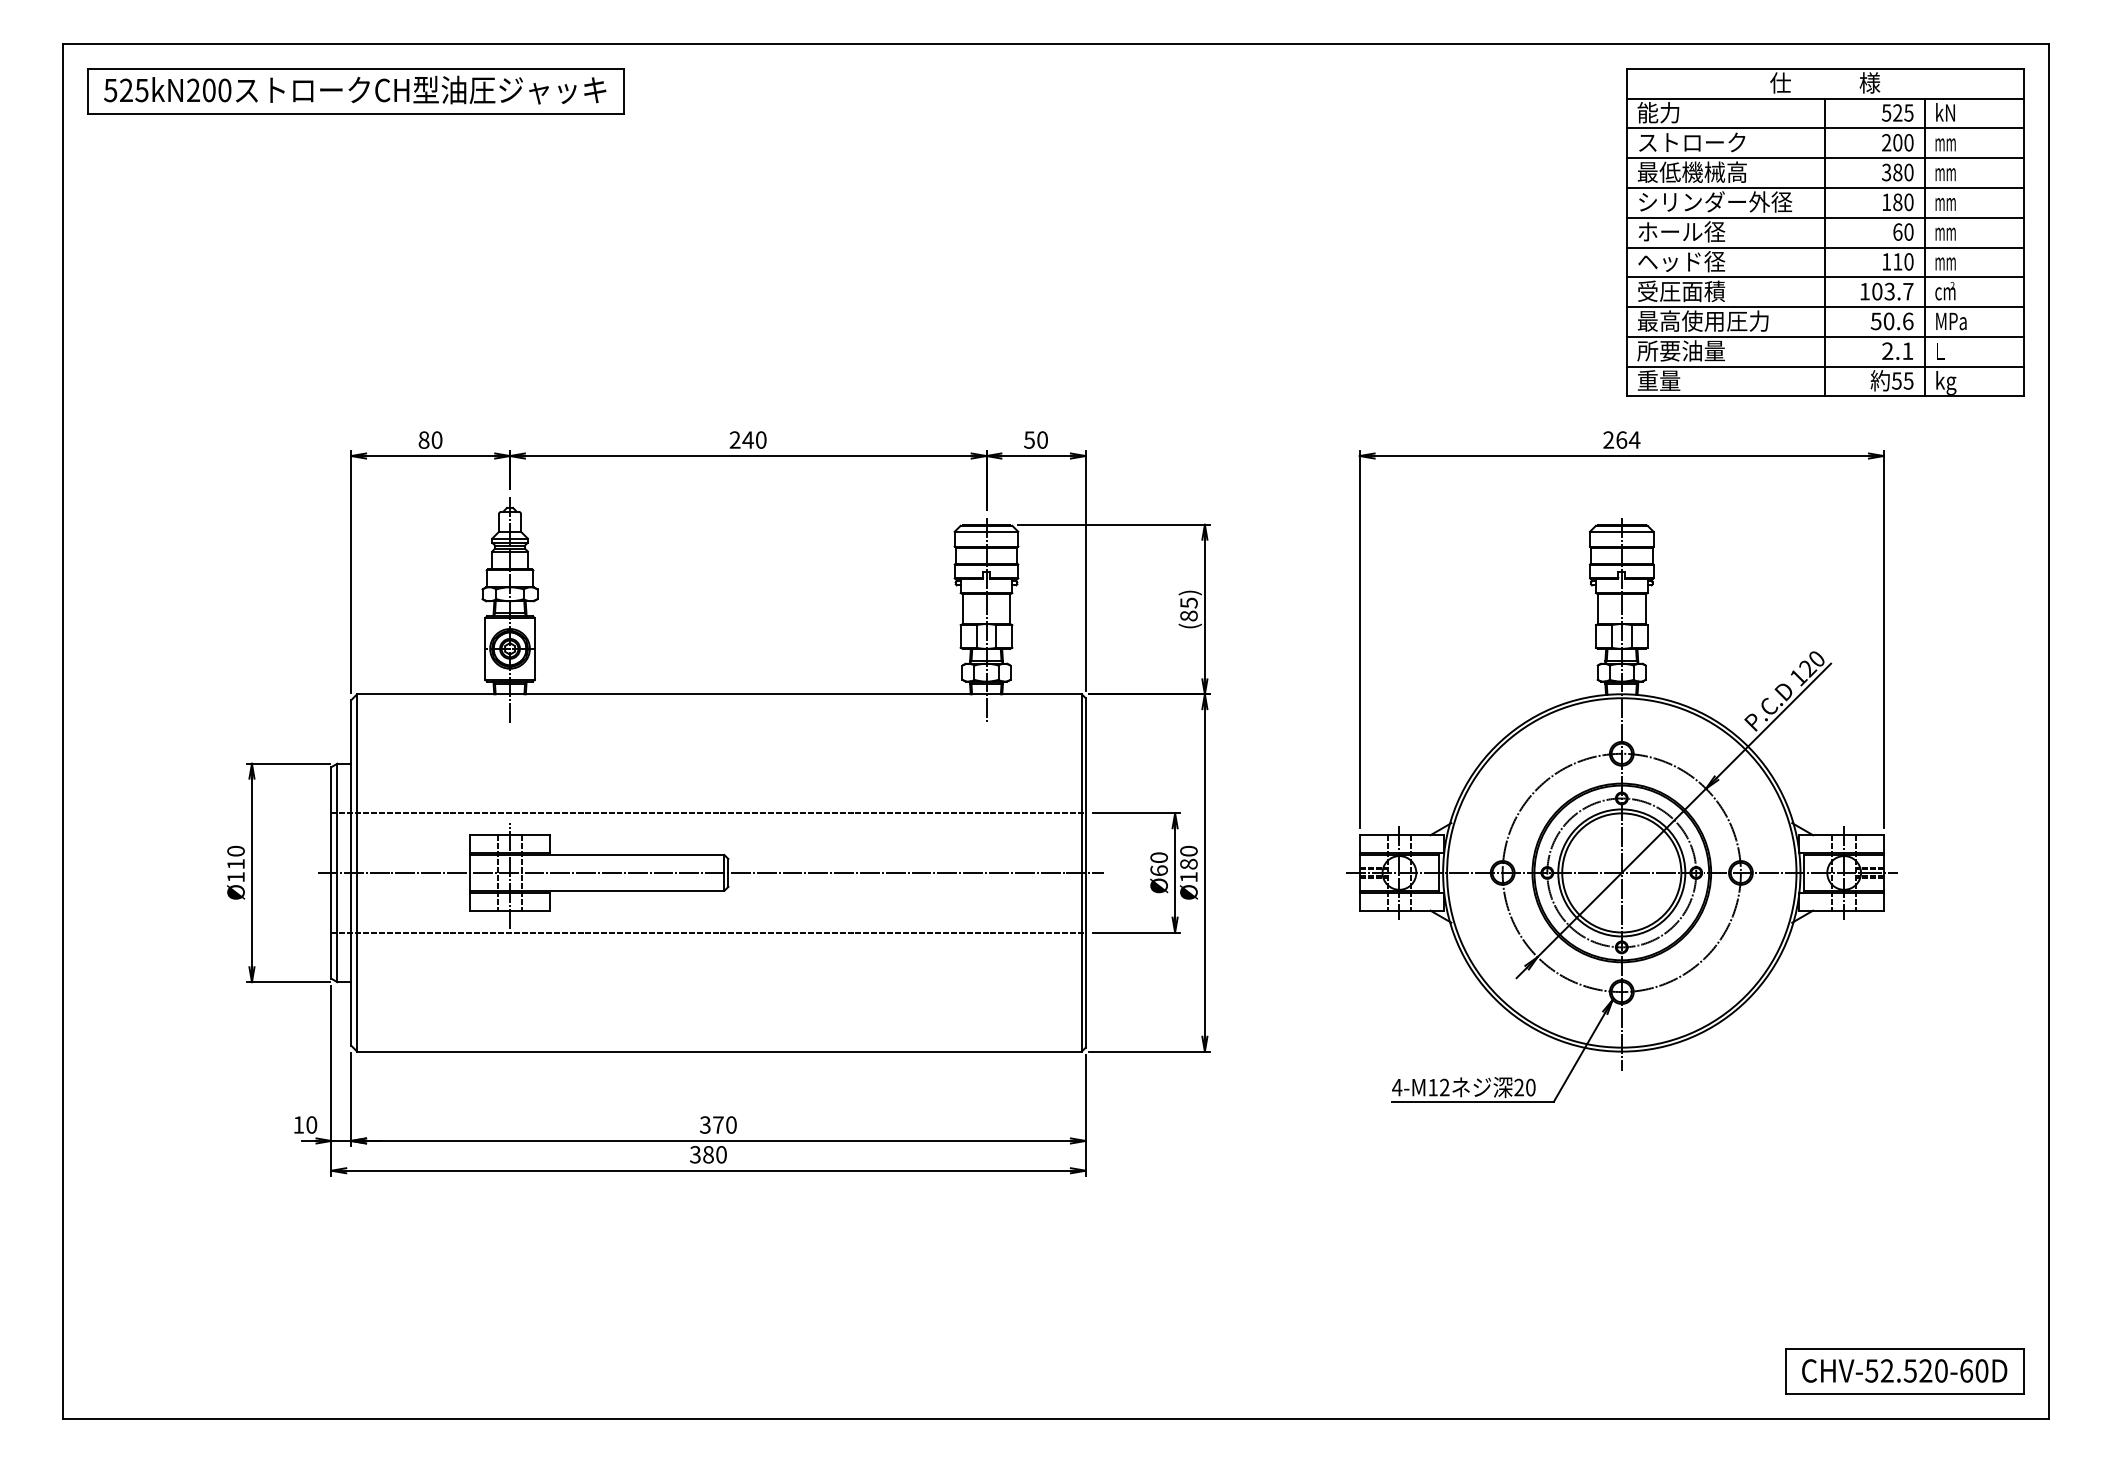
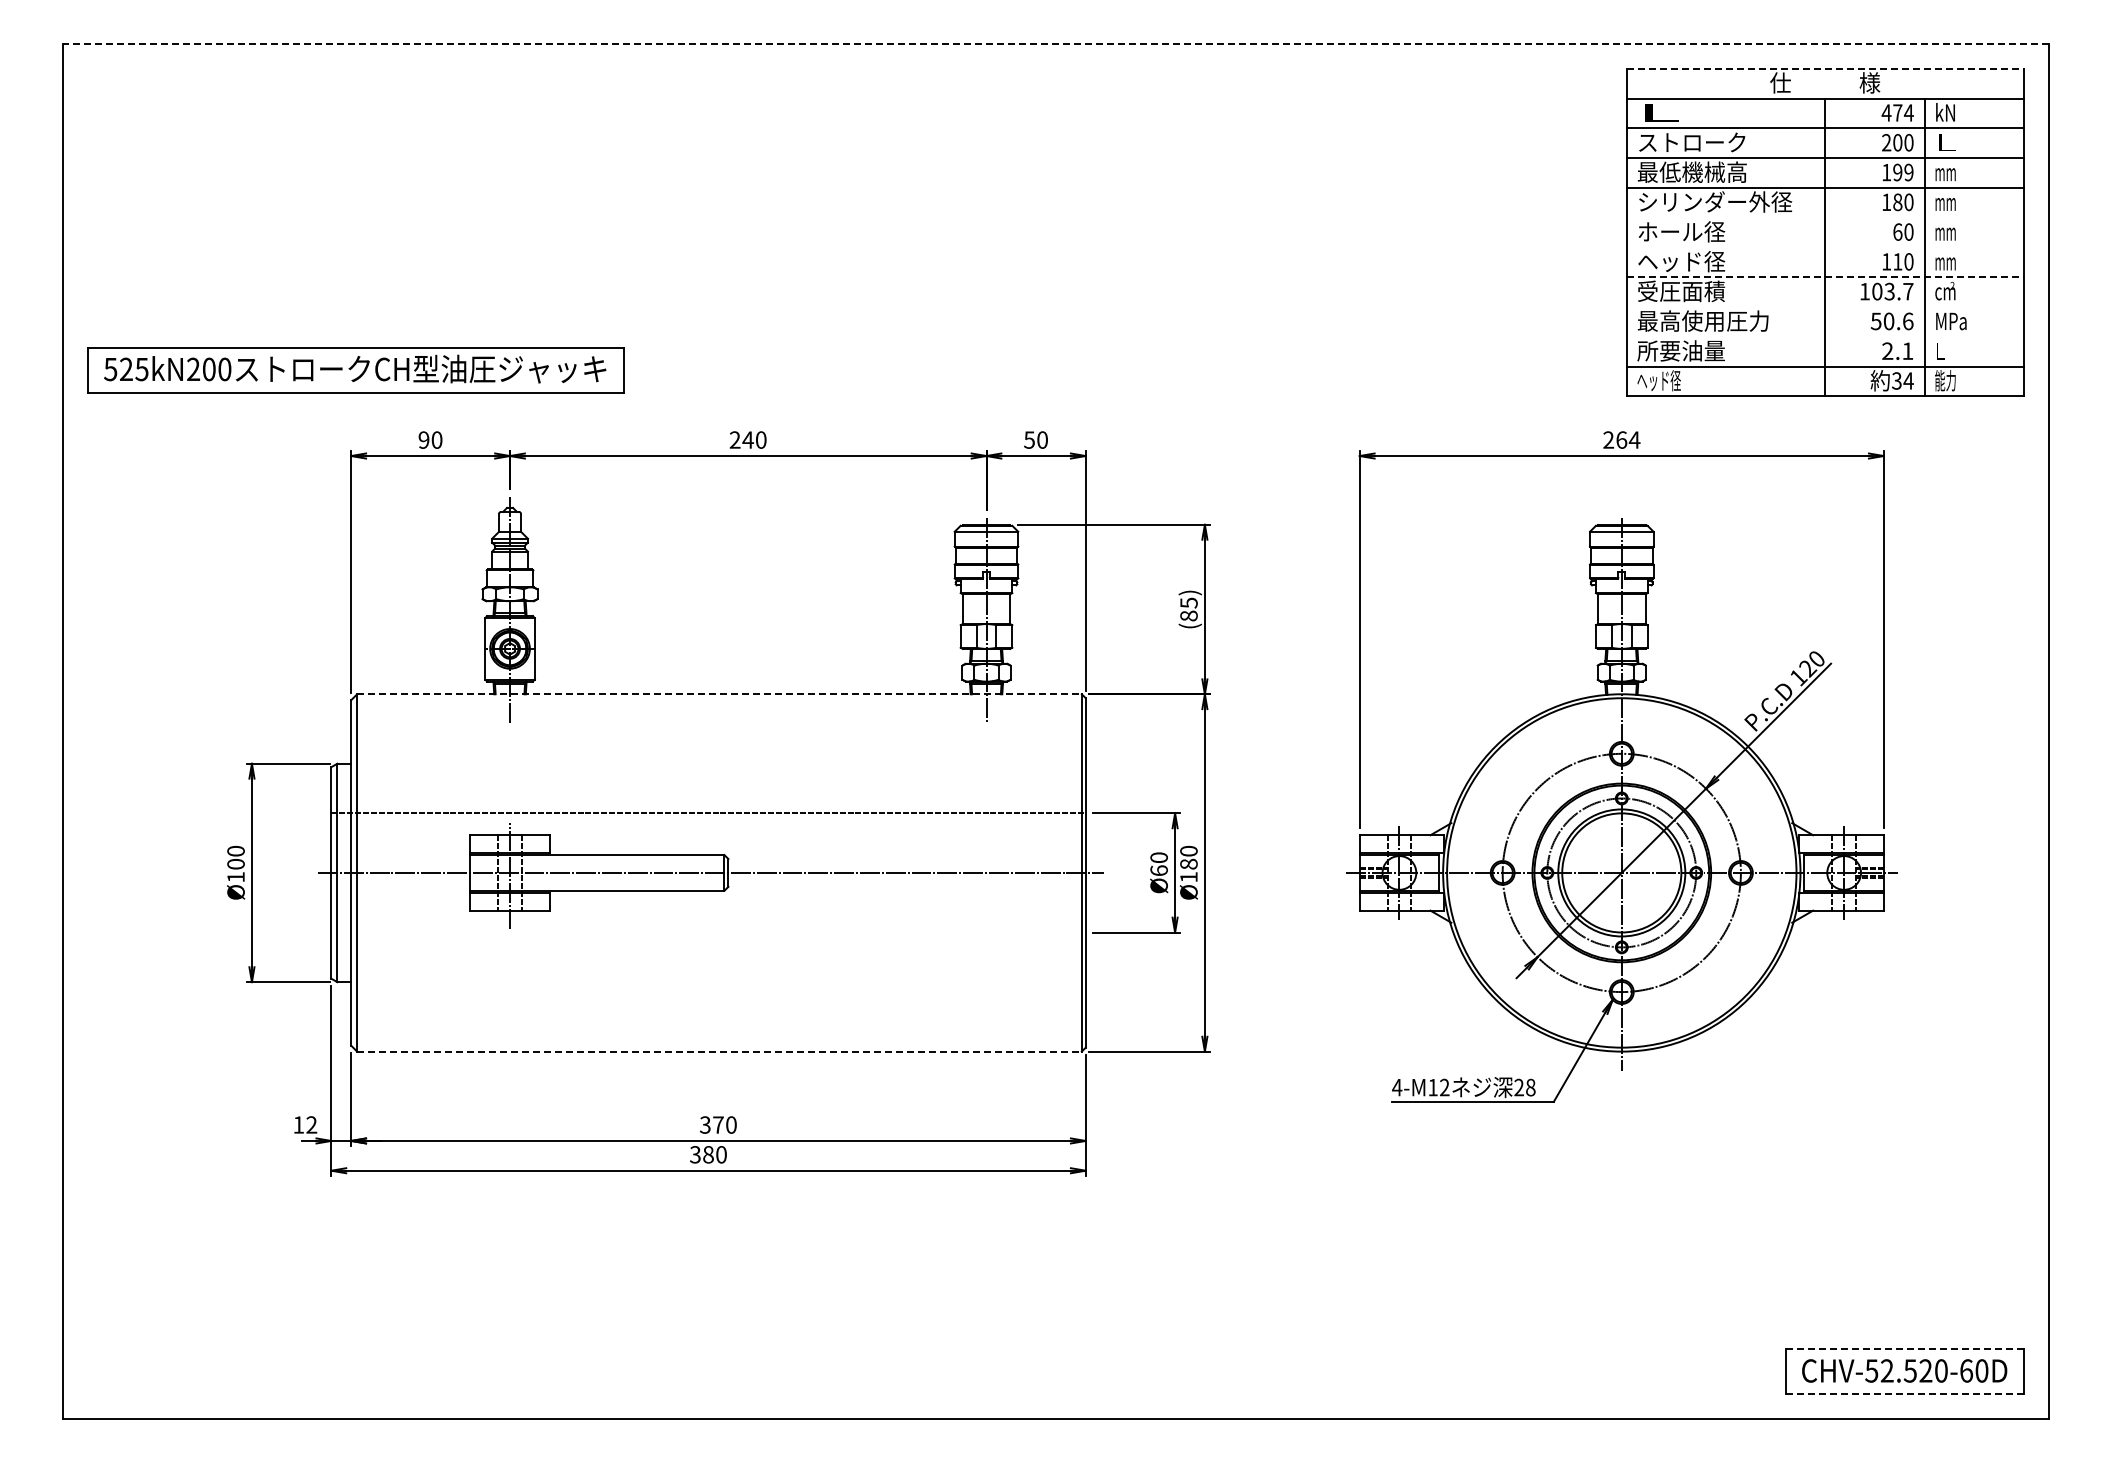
line at (1056, 44): solid -> dashed
line at (1825, 68): solid -> dashed
part at (355, 91) position: (355, 91) -> (355, 370)
text at (1658, 112): 能力 -> L
text at (1897, 112): 525 -> 474
text at (1945, 142): mm -> L
text at (1897, 172): 380 -> 199
line at (1824, 217): present -> none
line at (1824, 247): present -> none
line at (1825, 277): solid -> dashed
line at (1824, 307): present -> none
line at (1824, 336): present -> none
text at (1658, 380): 重量 -> ヘッド径
text at (1902, 380): 55 -> 34
text at (1945, 382): kg -> 能力
text at (423, 439): 80 -> 90
line at (719, 694): solid -> dashed
text at (235, 864): Ø110 -> Ø100
line at (708, 932): present -> none
line at (719, 1051): solid -> dashed
text at (1530, 1087): 20 -> 28
text at (311, 1124): 10 -> 12
line at (1905, 1349): solid -> dashed
line at (1905, 1394): solid -> dashed
